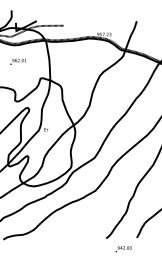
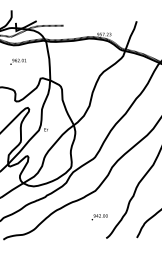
text at (123, 249) position: (123, 249) -> (99, 217)
